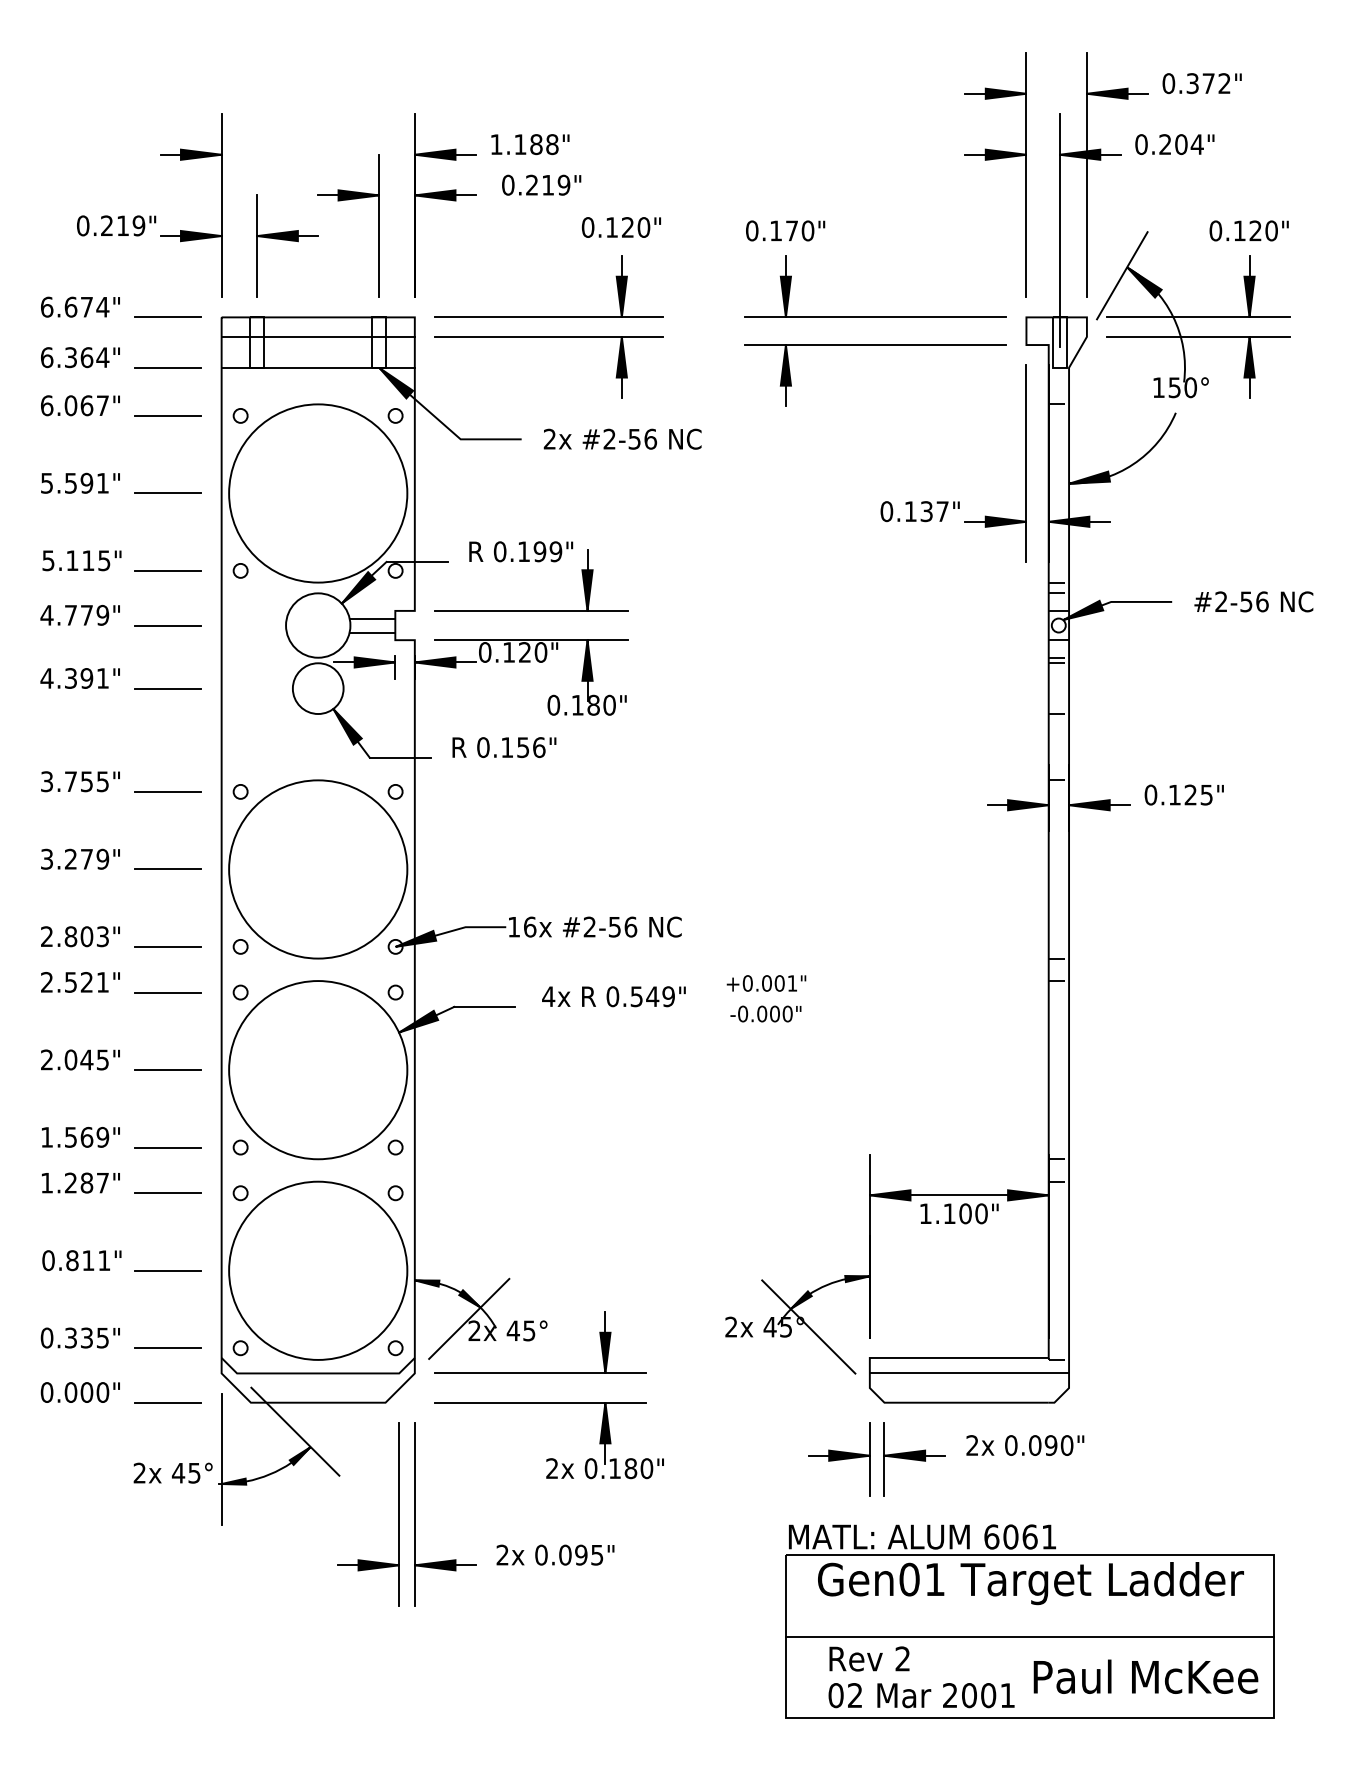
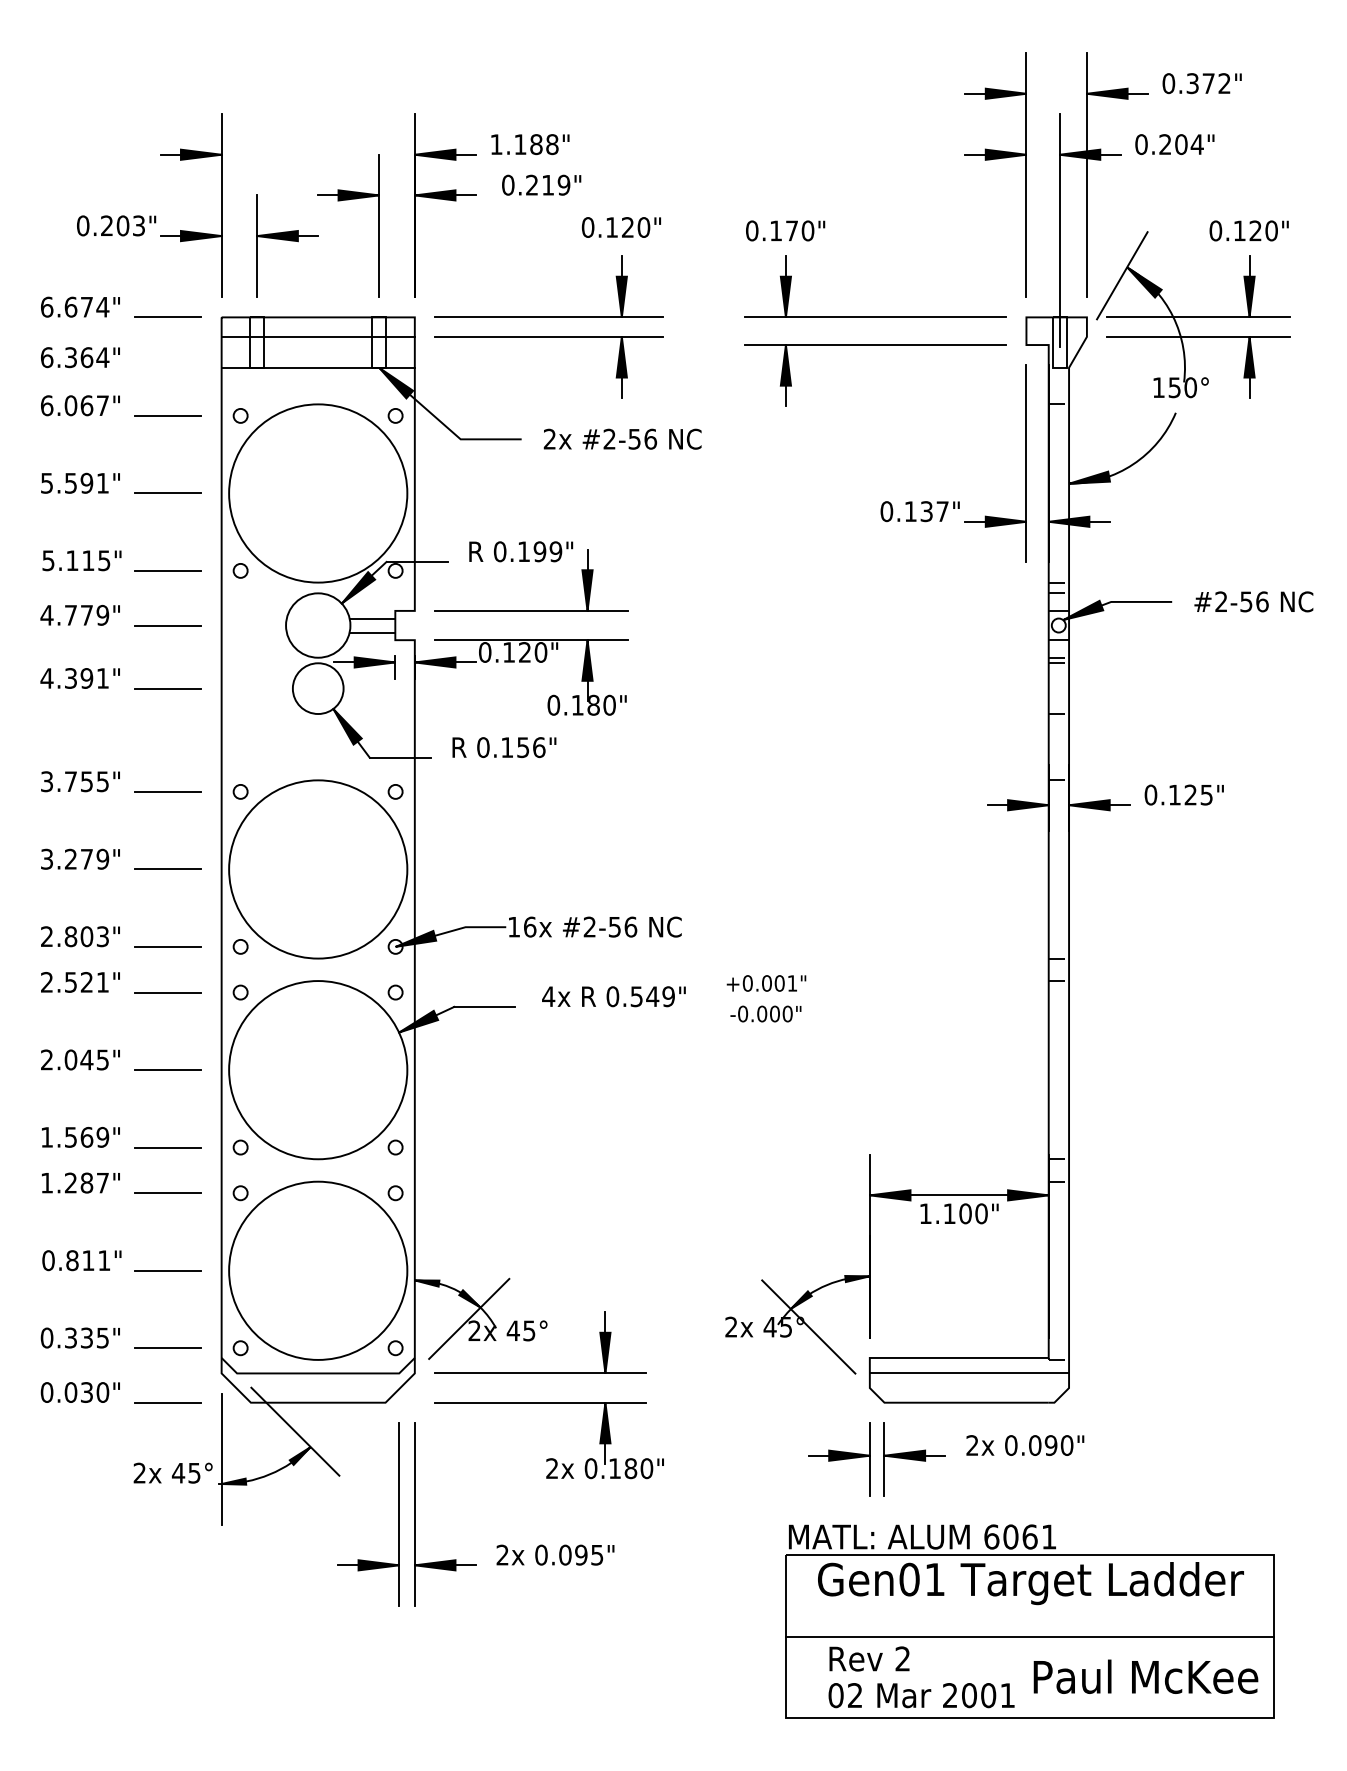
text at (130, 225): 0.219" -> 0.203"
line at (168, 367): present -> none
text at (86, 1392): 0.000" -> 0.030"
